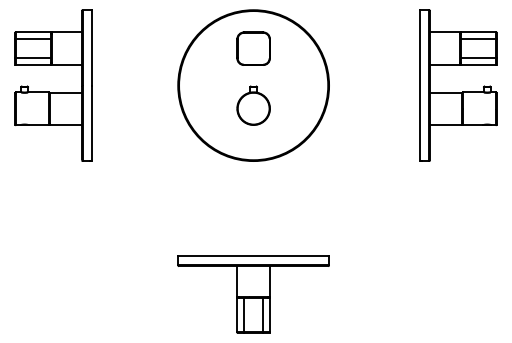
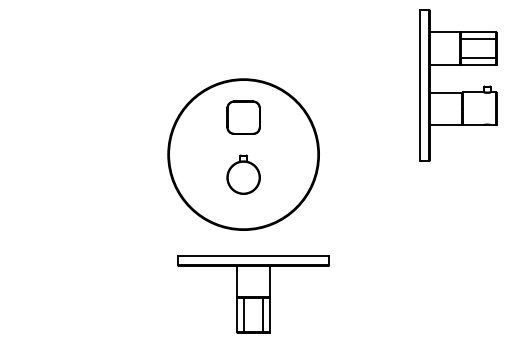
part at (253, 85) position: (253, 85) -> (243, 154)
part at (53, 92): present -> none
